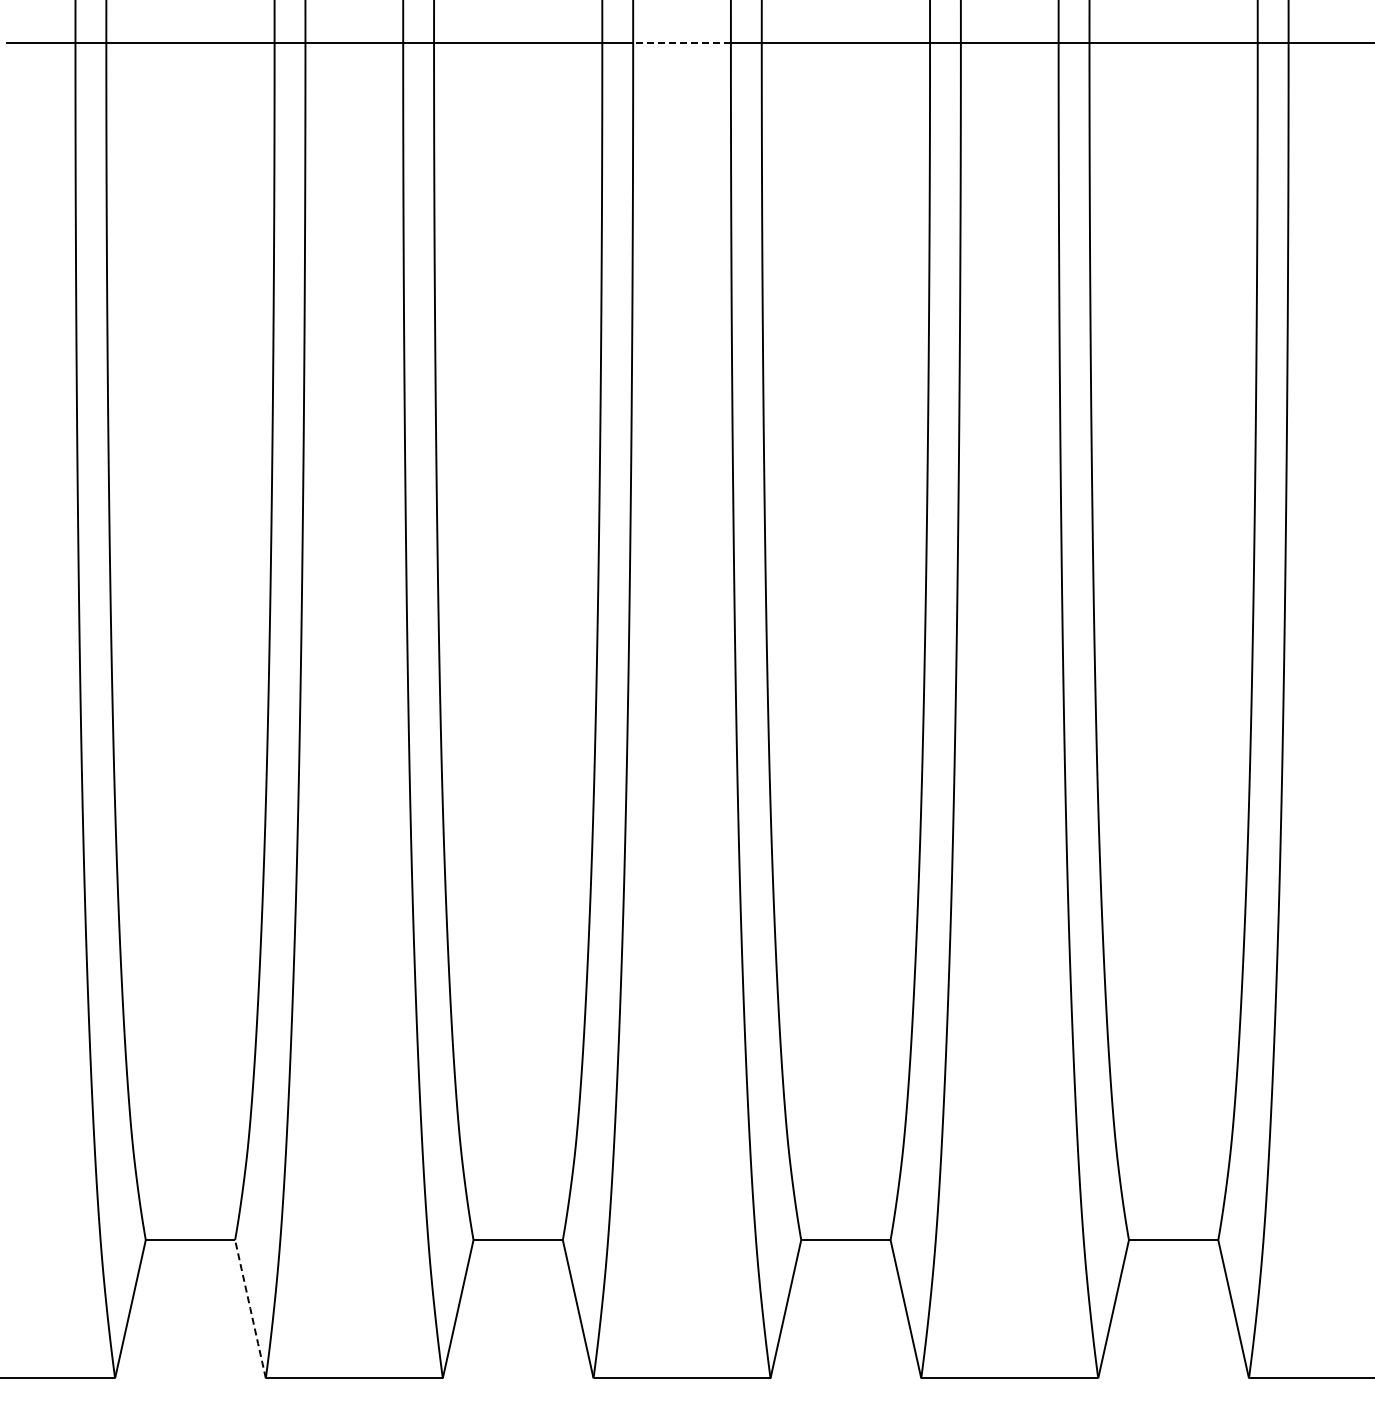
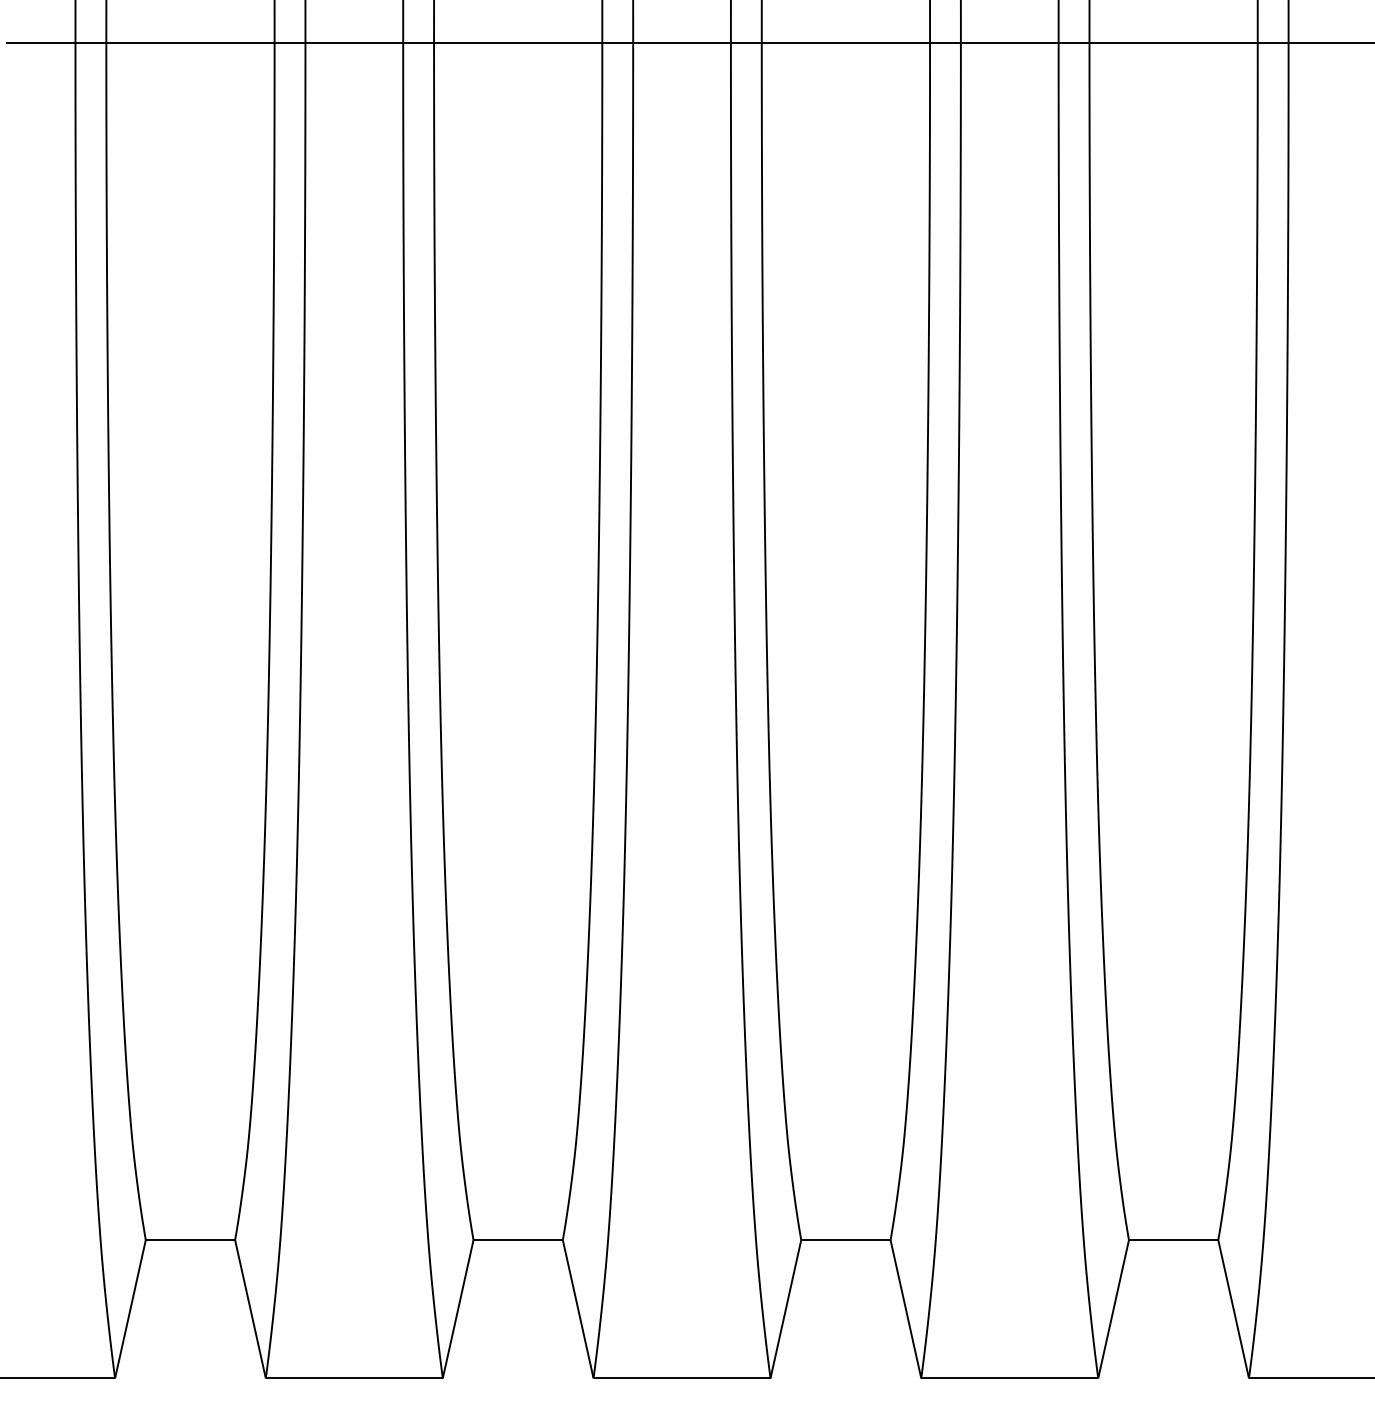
line at (682, 42): dashed -> solid
line at (250, 1308): dashed -> solid
